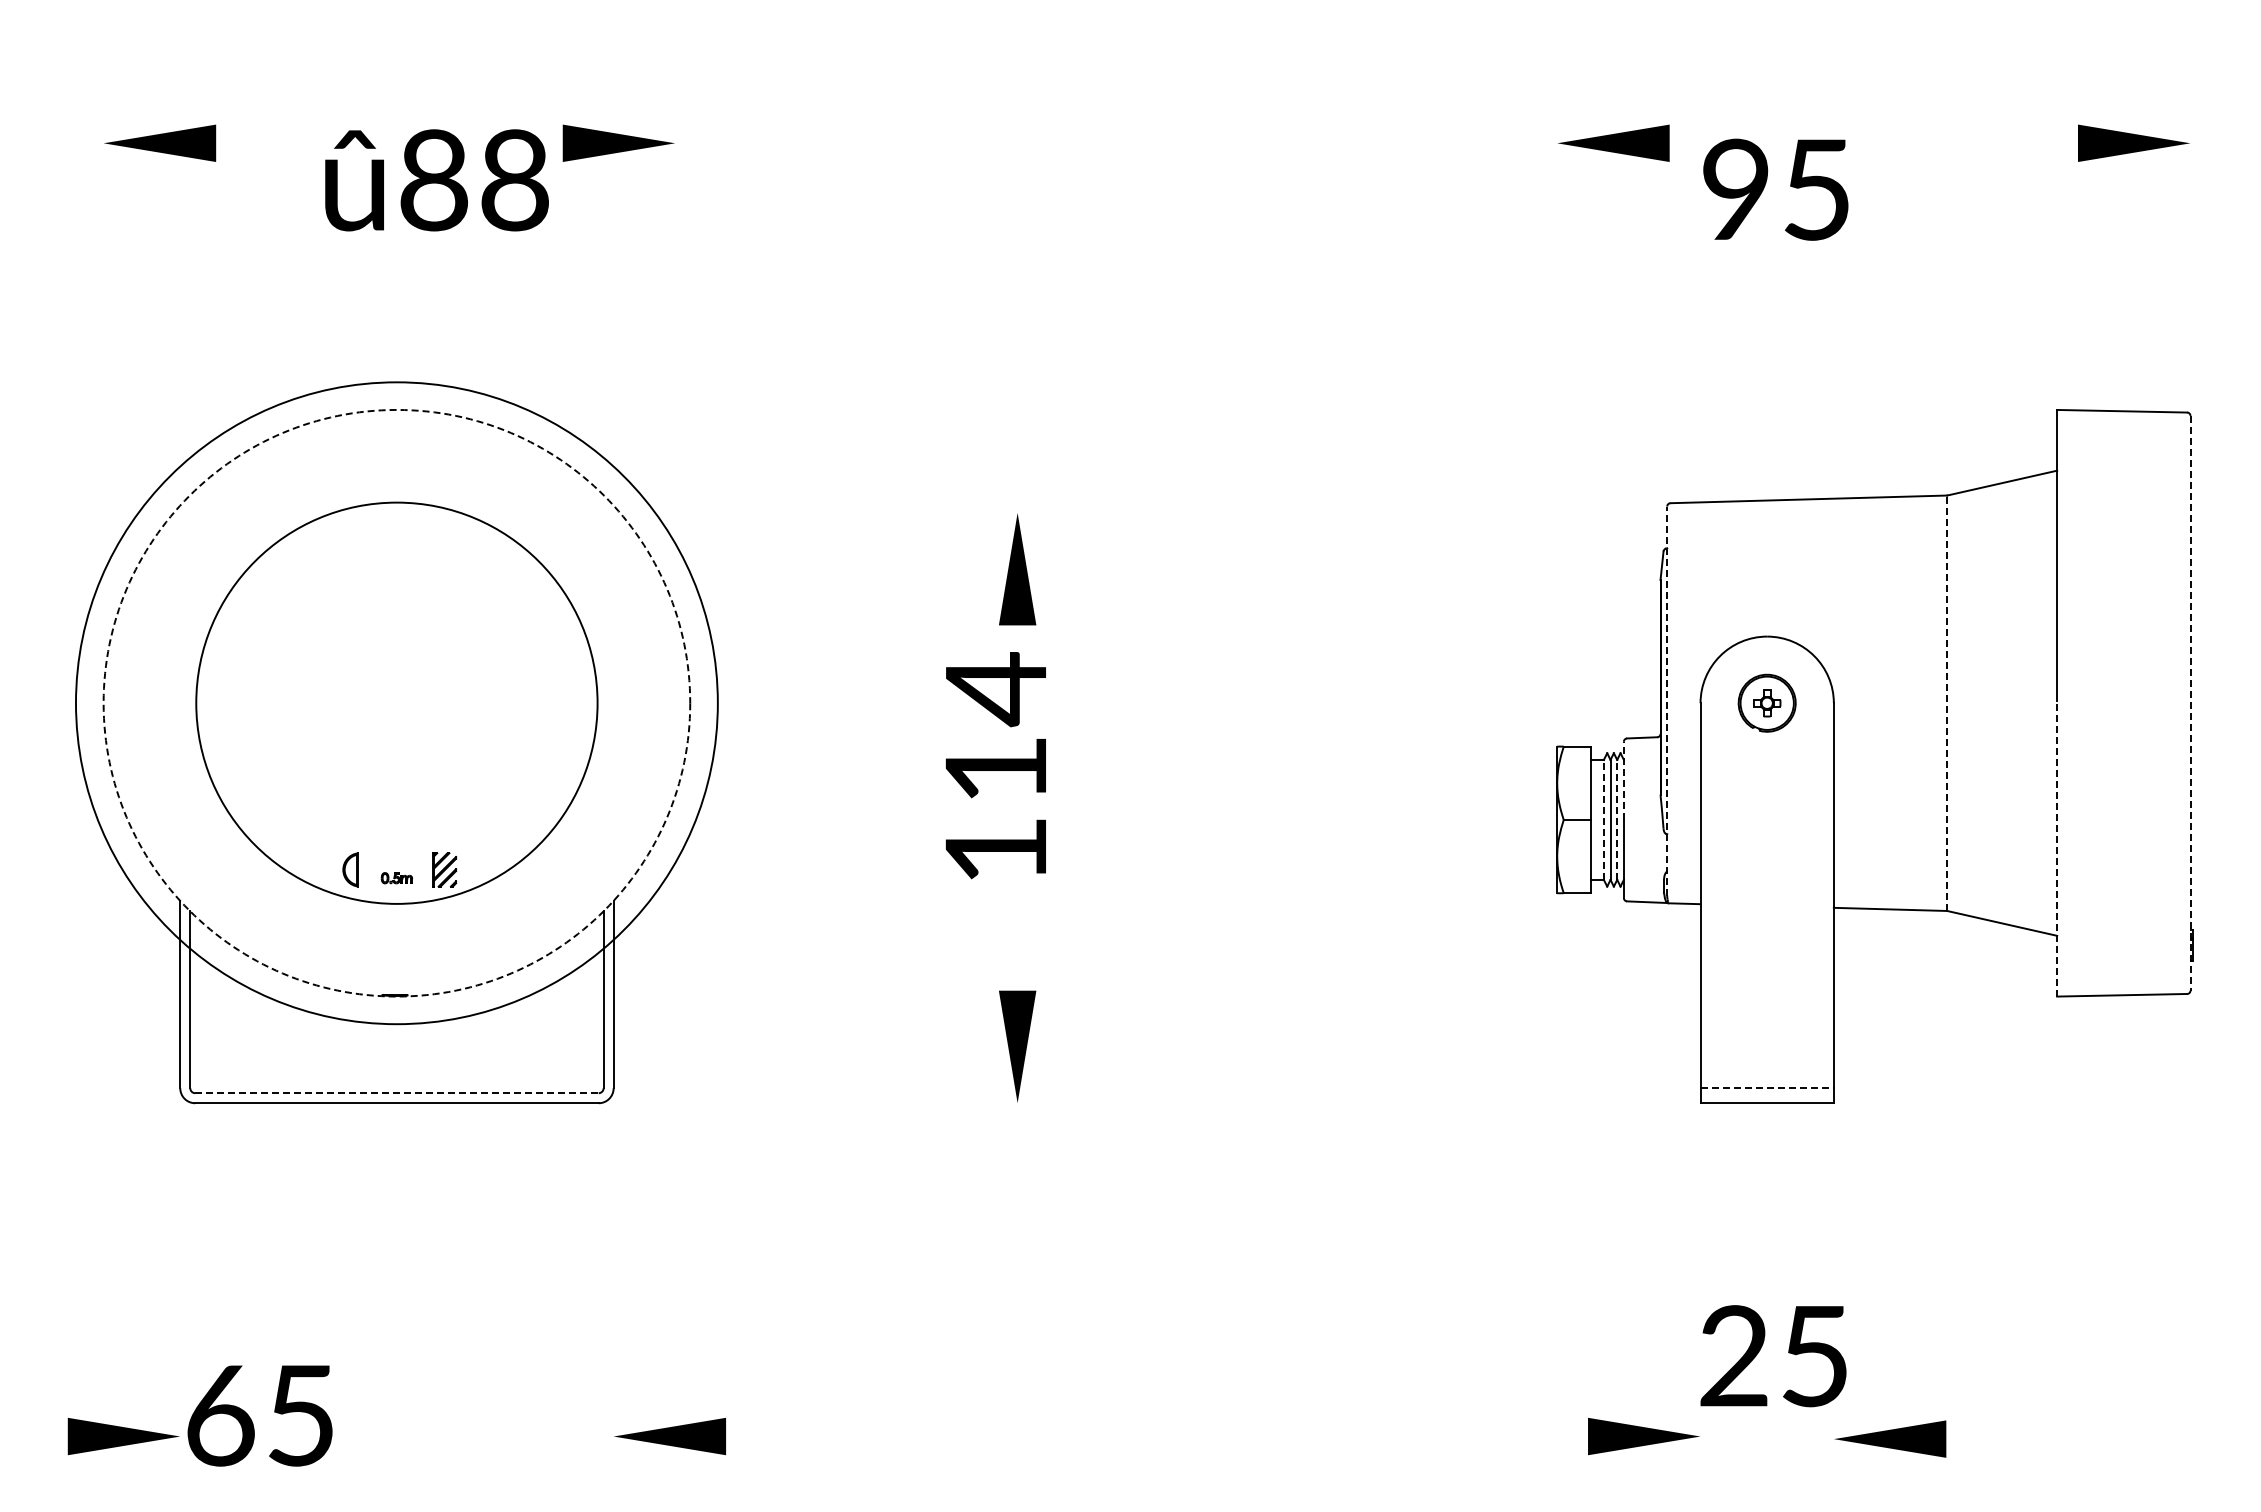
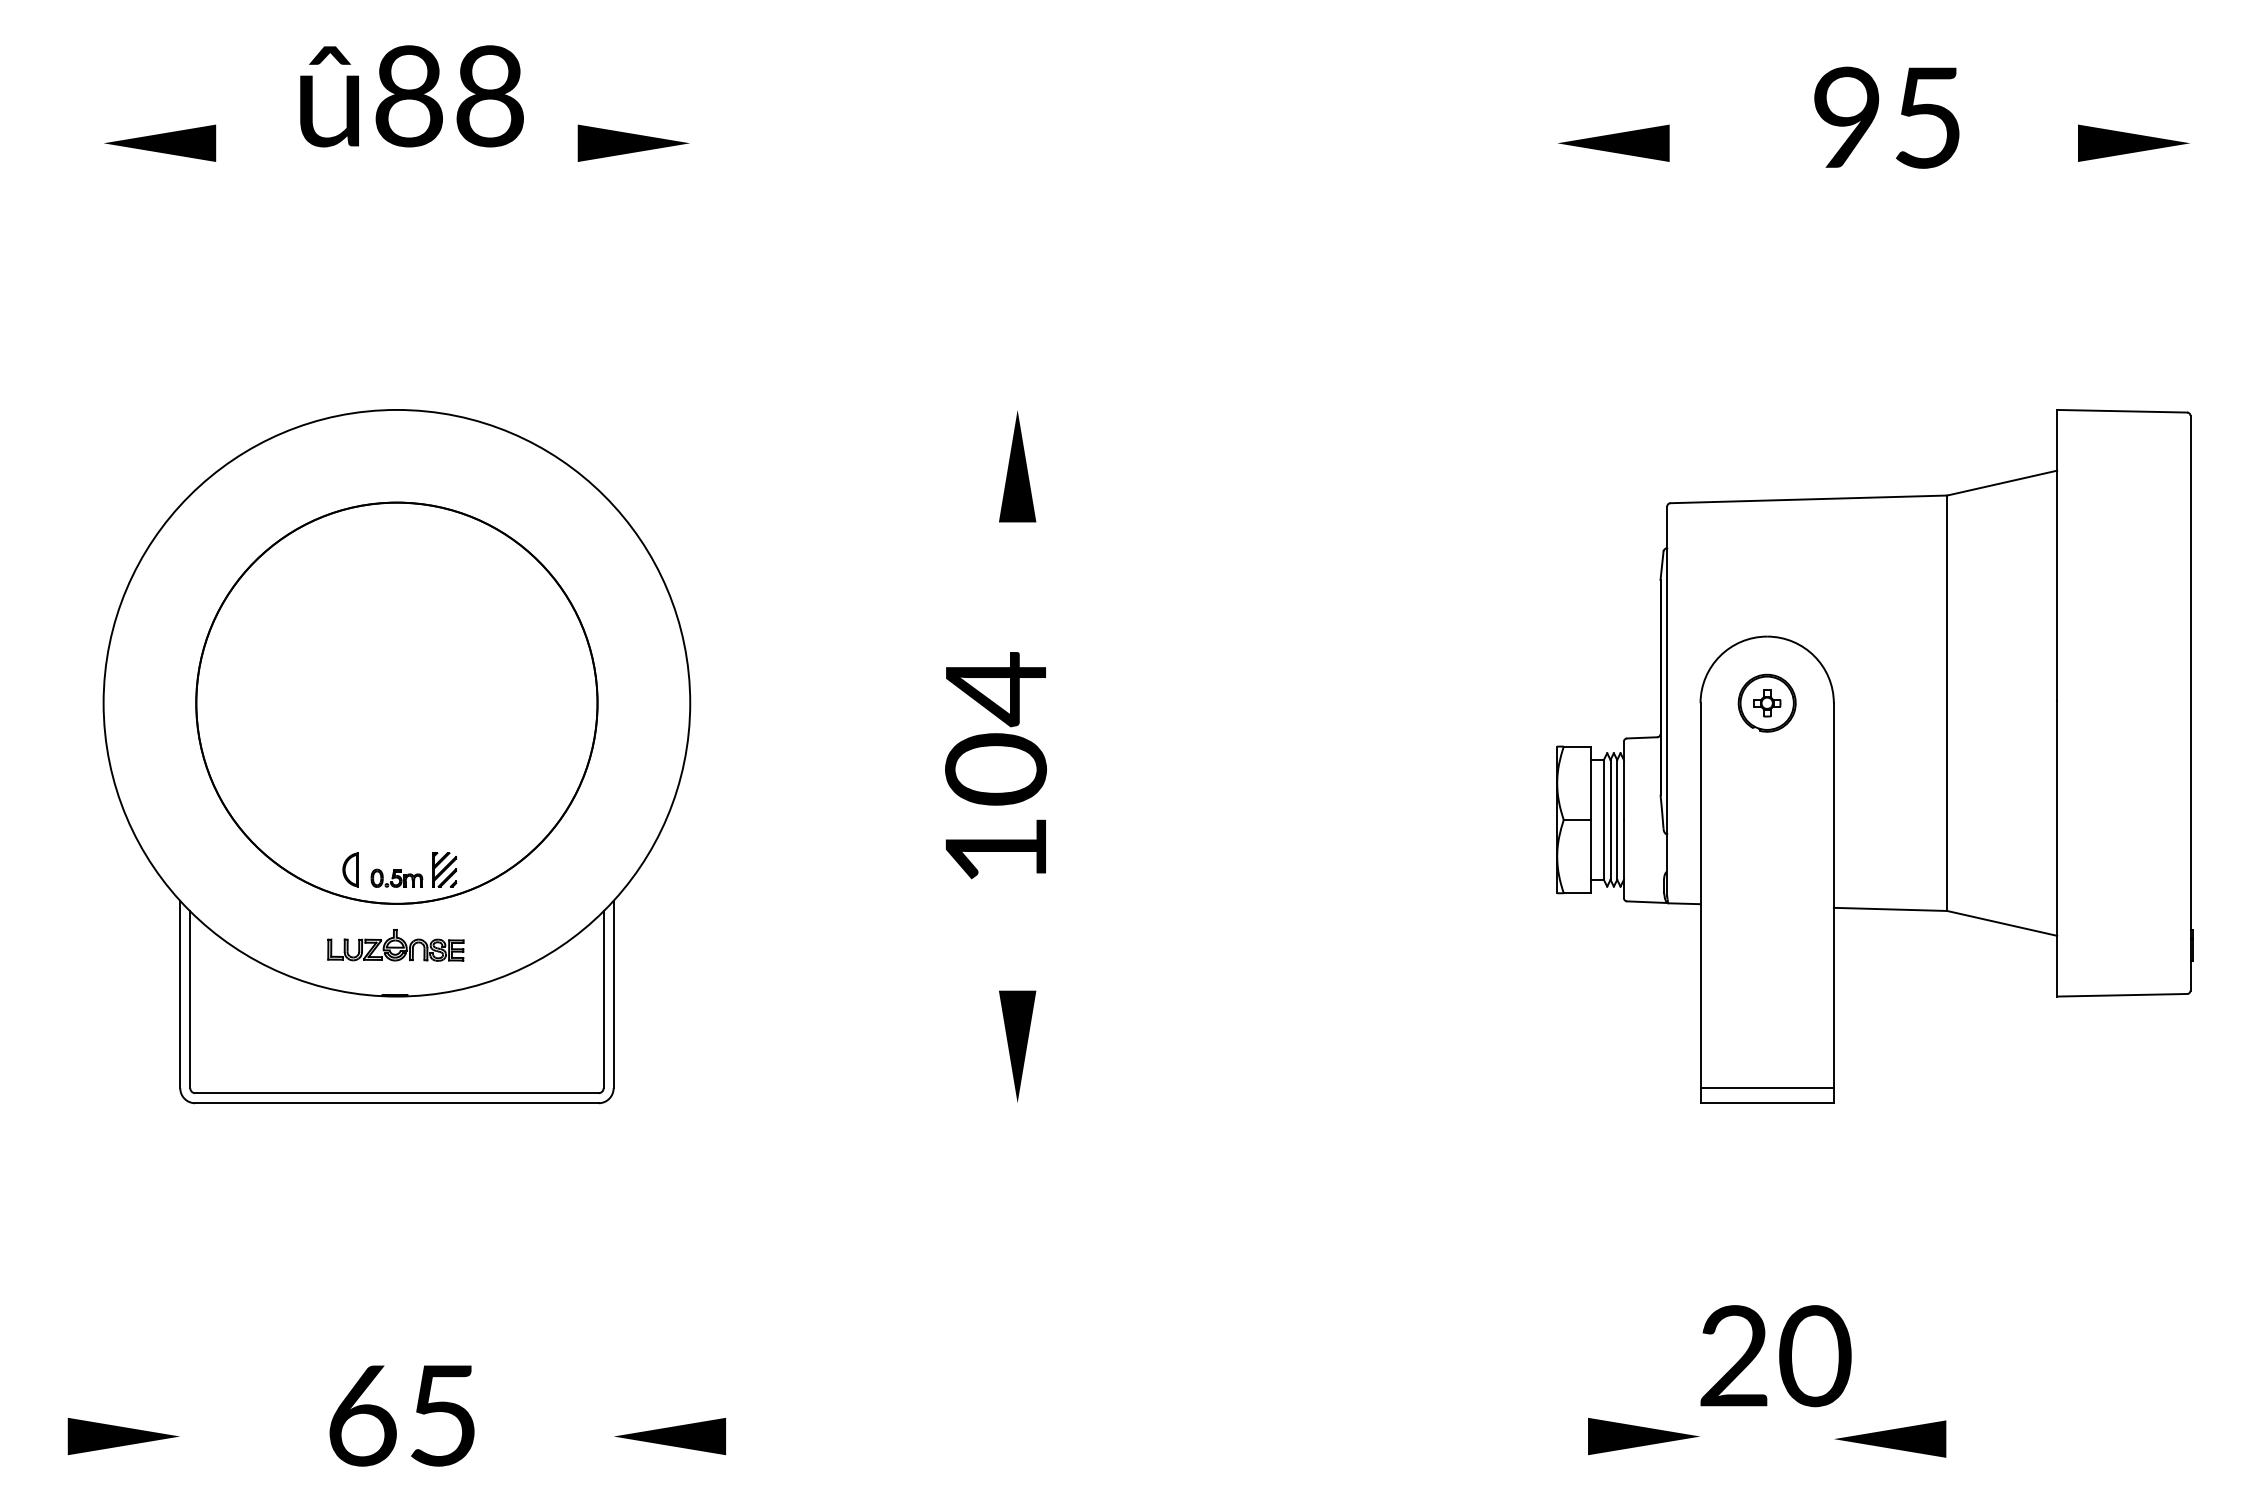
part at (618, 142) position: (618, 142) -> (633, 142)
text at (436, 180) position: (436, 180) -> (411, 96)
text at (1775, 189) position: (1775, 189) -> (1886, 117)
part at (1017, 569) position: (1017, 569) -> (1017, 466)
line at (1667, 701): dashed -> solid
circle at (396, 702): dashed -> solid
circle at (396, 703) diameter: 642 px -> 401 px
line at (1946, 703): dashed -> solid
line at (2190, 703): dashed -> solid
text at (996, 769): 114 -> 104
line at (1623, 780): dashed -> solid
line at (1603, 819): dashed -> solid
line at (1617, 819): dashed -> solid
line at (2057, 848): dashed -> solid
part at (396, 878) size: 33x13 px -> 54x20 px
part at (395, 945): none -> present
line at (1767, 1088): dashed -> solid
line at (396, 1093): dashed -> solid
text at (1815, 1356): 25 -> 20
text at (259, 1415) position: (259, 1415) -> (401, 1415)
